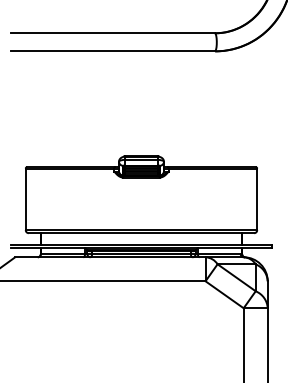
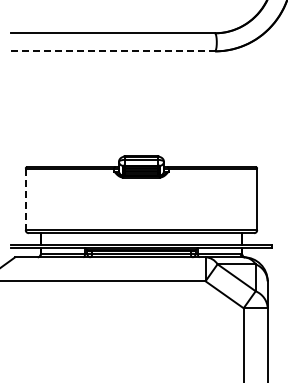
line at (113, 51): solid -> dashed
line at (25, 199): solid -> dashed
